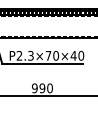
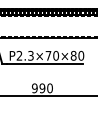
text at (73, 55): P2.3×70×40 -> P2.3×70×80
